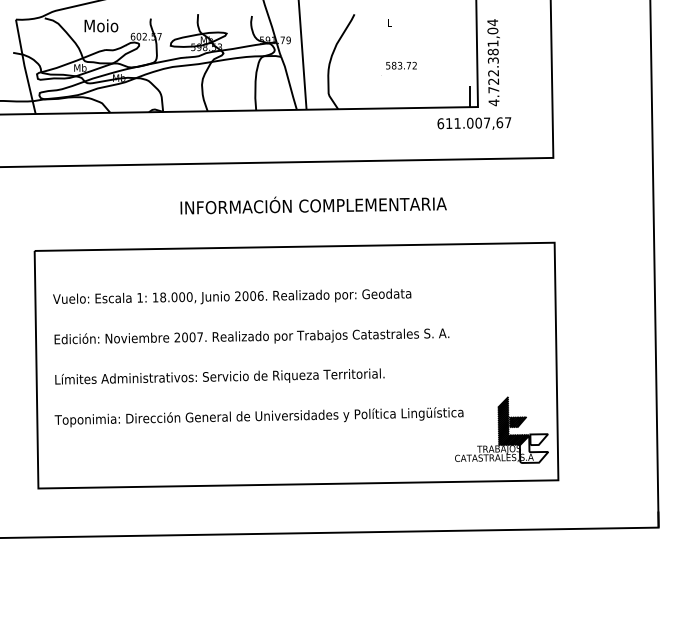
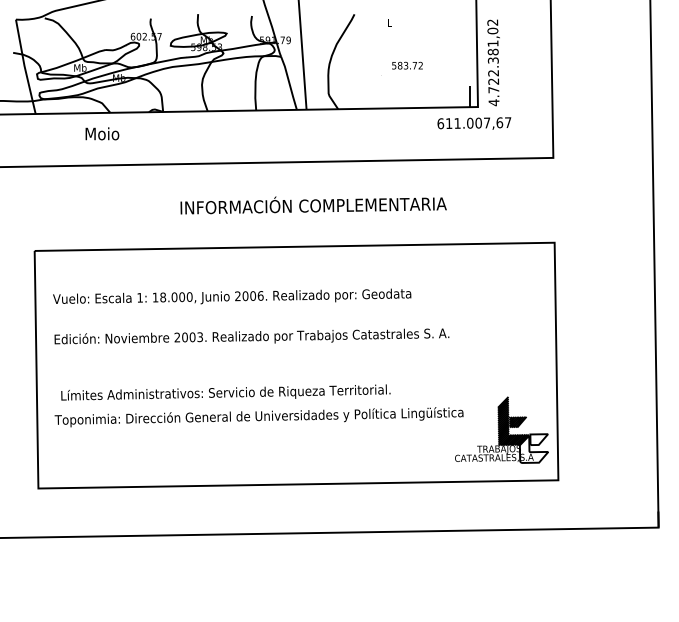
text at (492, 22): 4.722.381,04 -> 4.722.381,02
text at (101, 25) position: (101, 25) -> (102, 133)
text at (401, 65) position: (401, 65) -> (407, 65)
text at (199, 337): 2007. -> 2003.
text at (219, 376) position: (219, 376) -> (225, 392)
